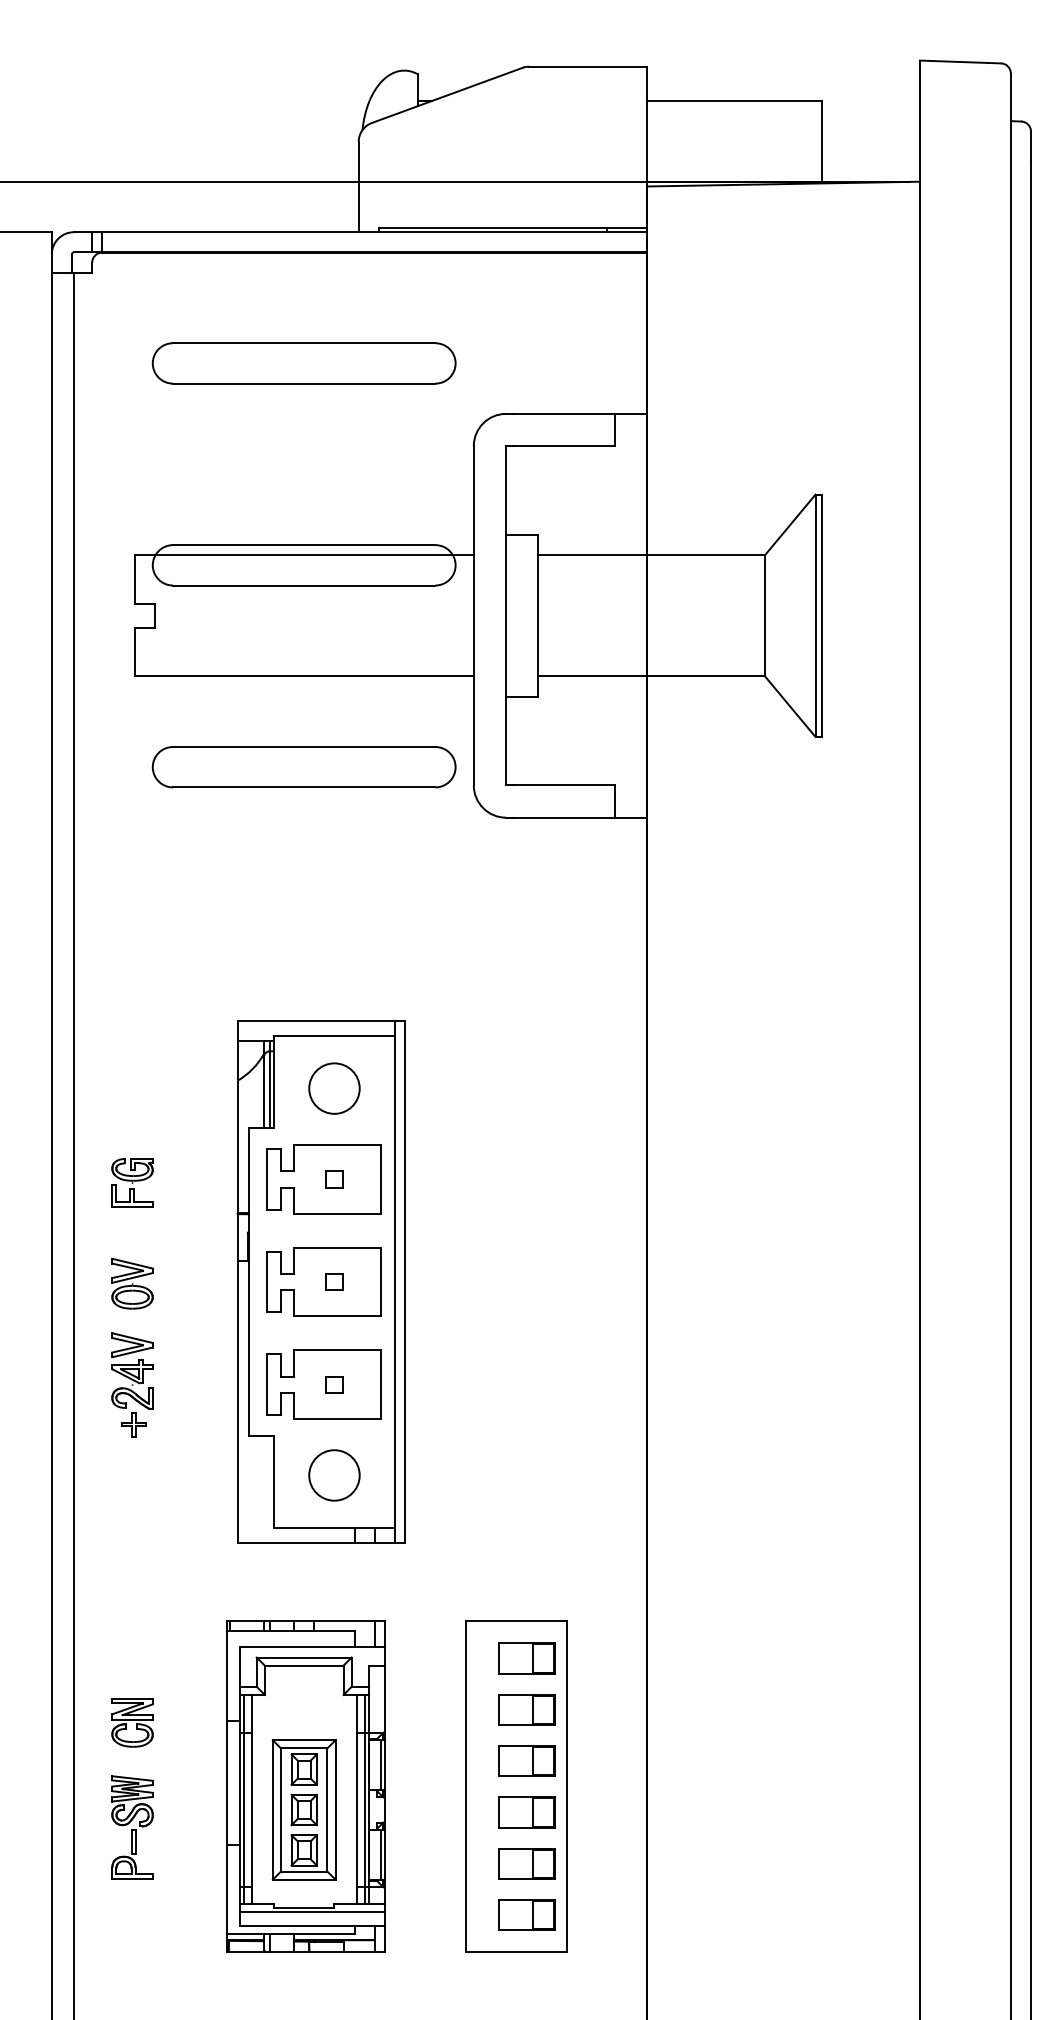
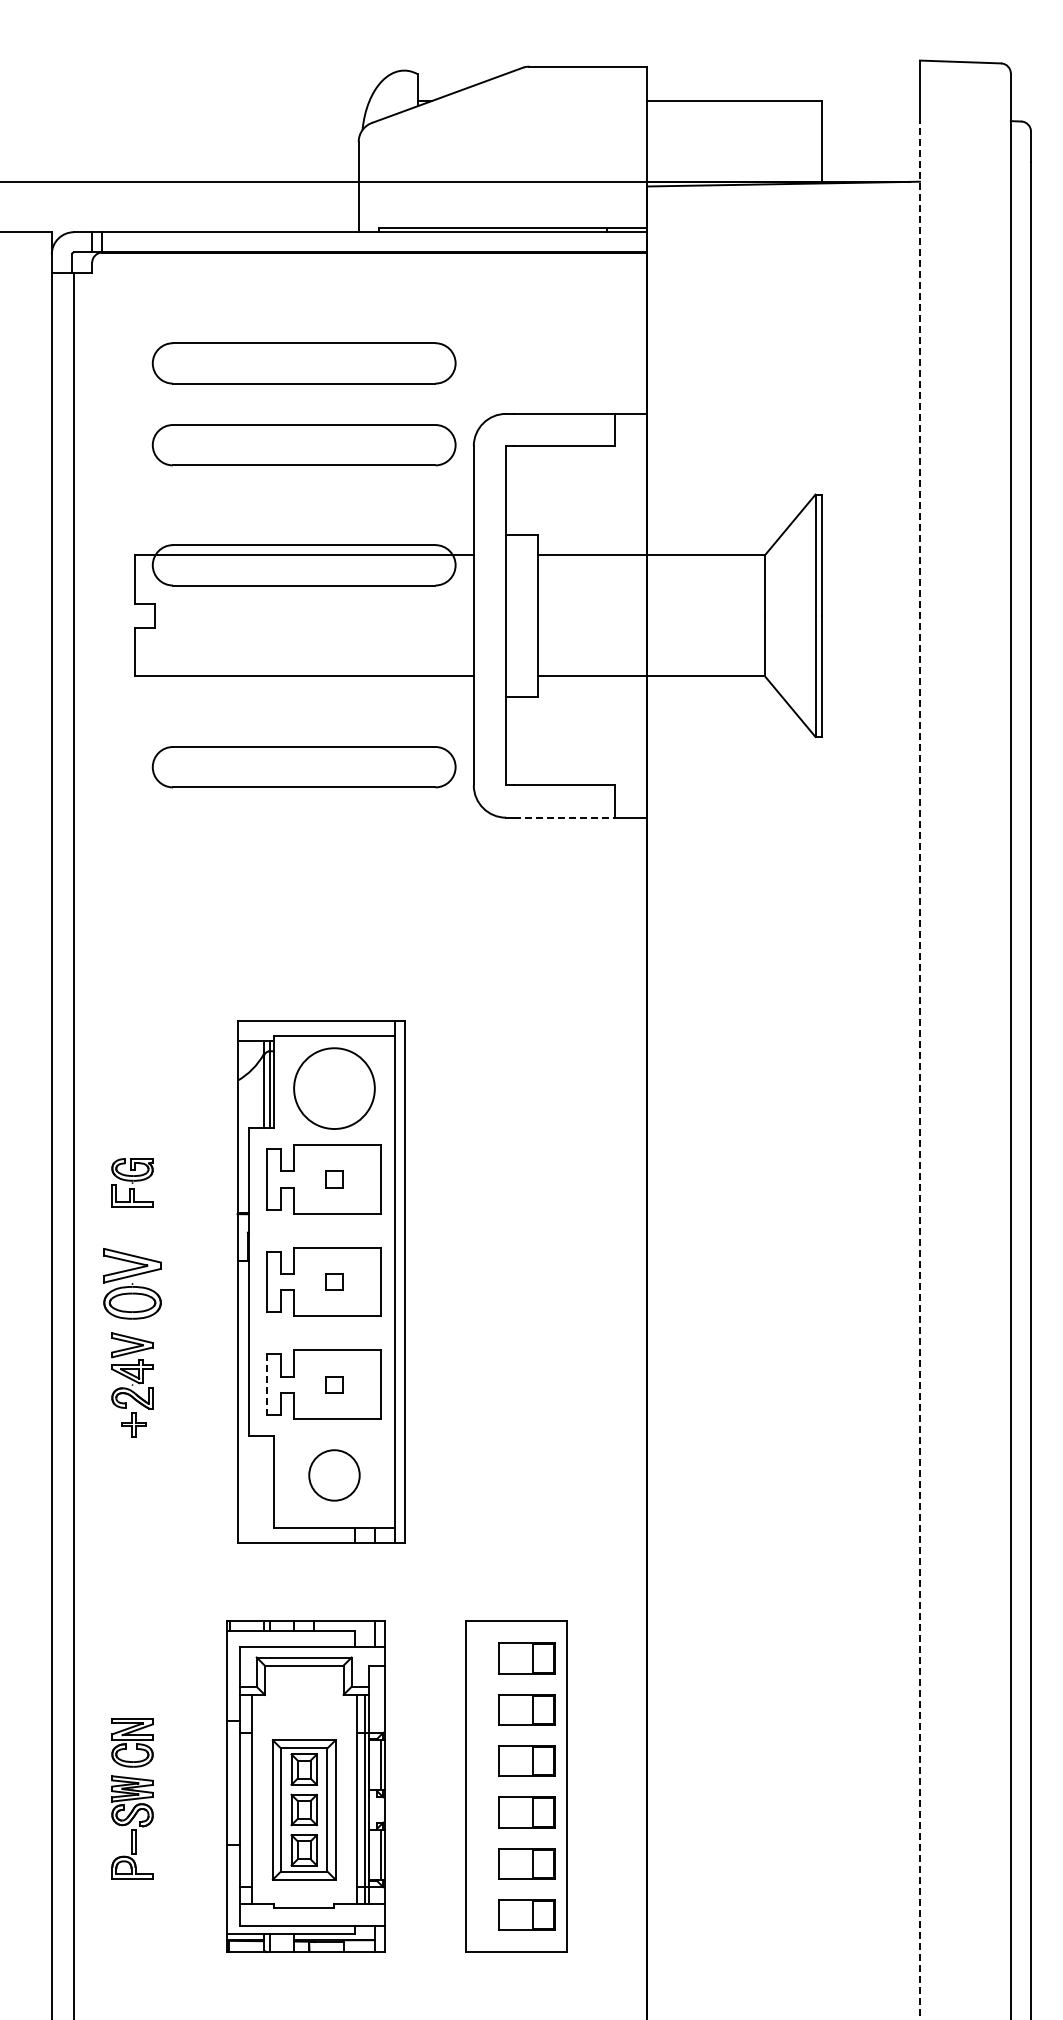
part at (303, 445): none -> present
line at (565, 817): solid -> dashed
line at (919, 1070): solid -> dashed
circle at (334, 1088) diameter: 50 px -> 81 px
part at (132, 1283) size: 43x53 px -> 59x72 px
line at (266, 1385): solid -> dashed
part at (132, 1722) position: (132, 1722) -> (132, 1742)
line at (243, 1798): present -> none
line at (311, 1911): present -> none
